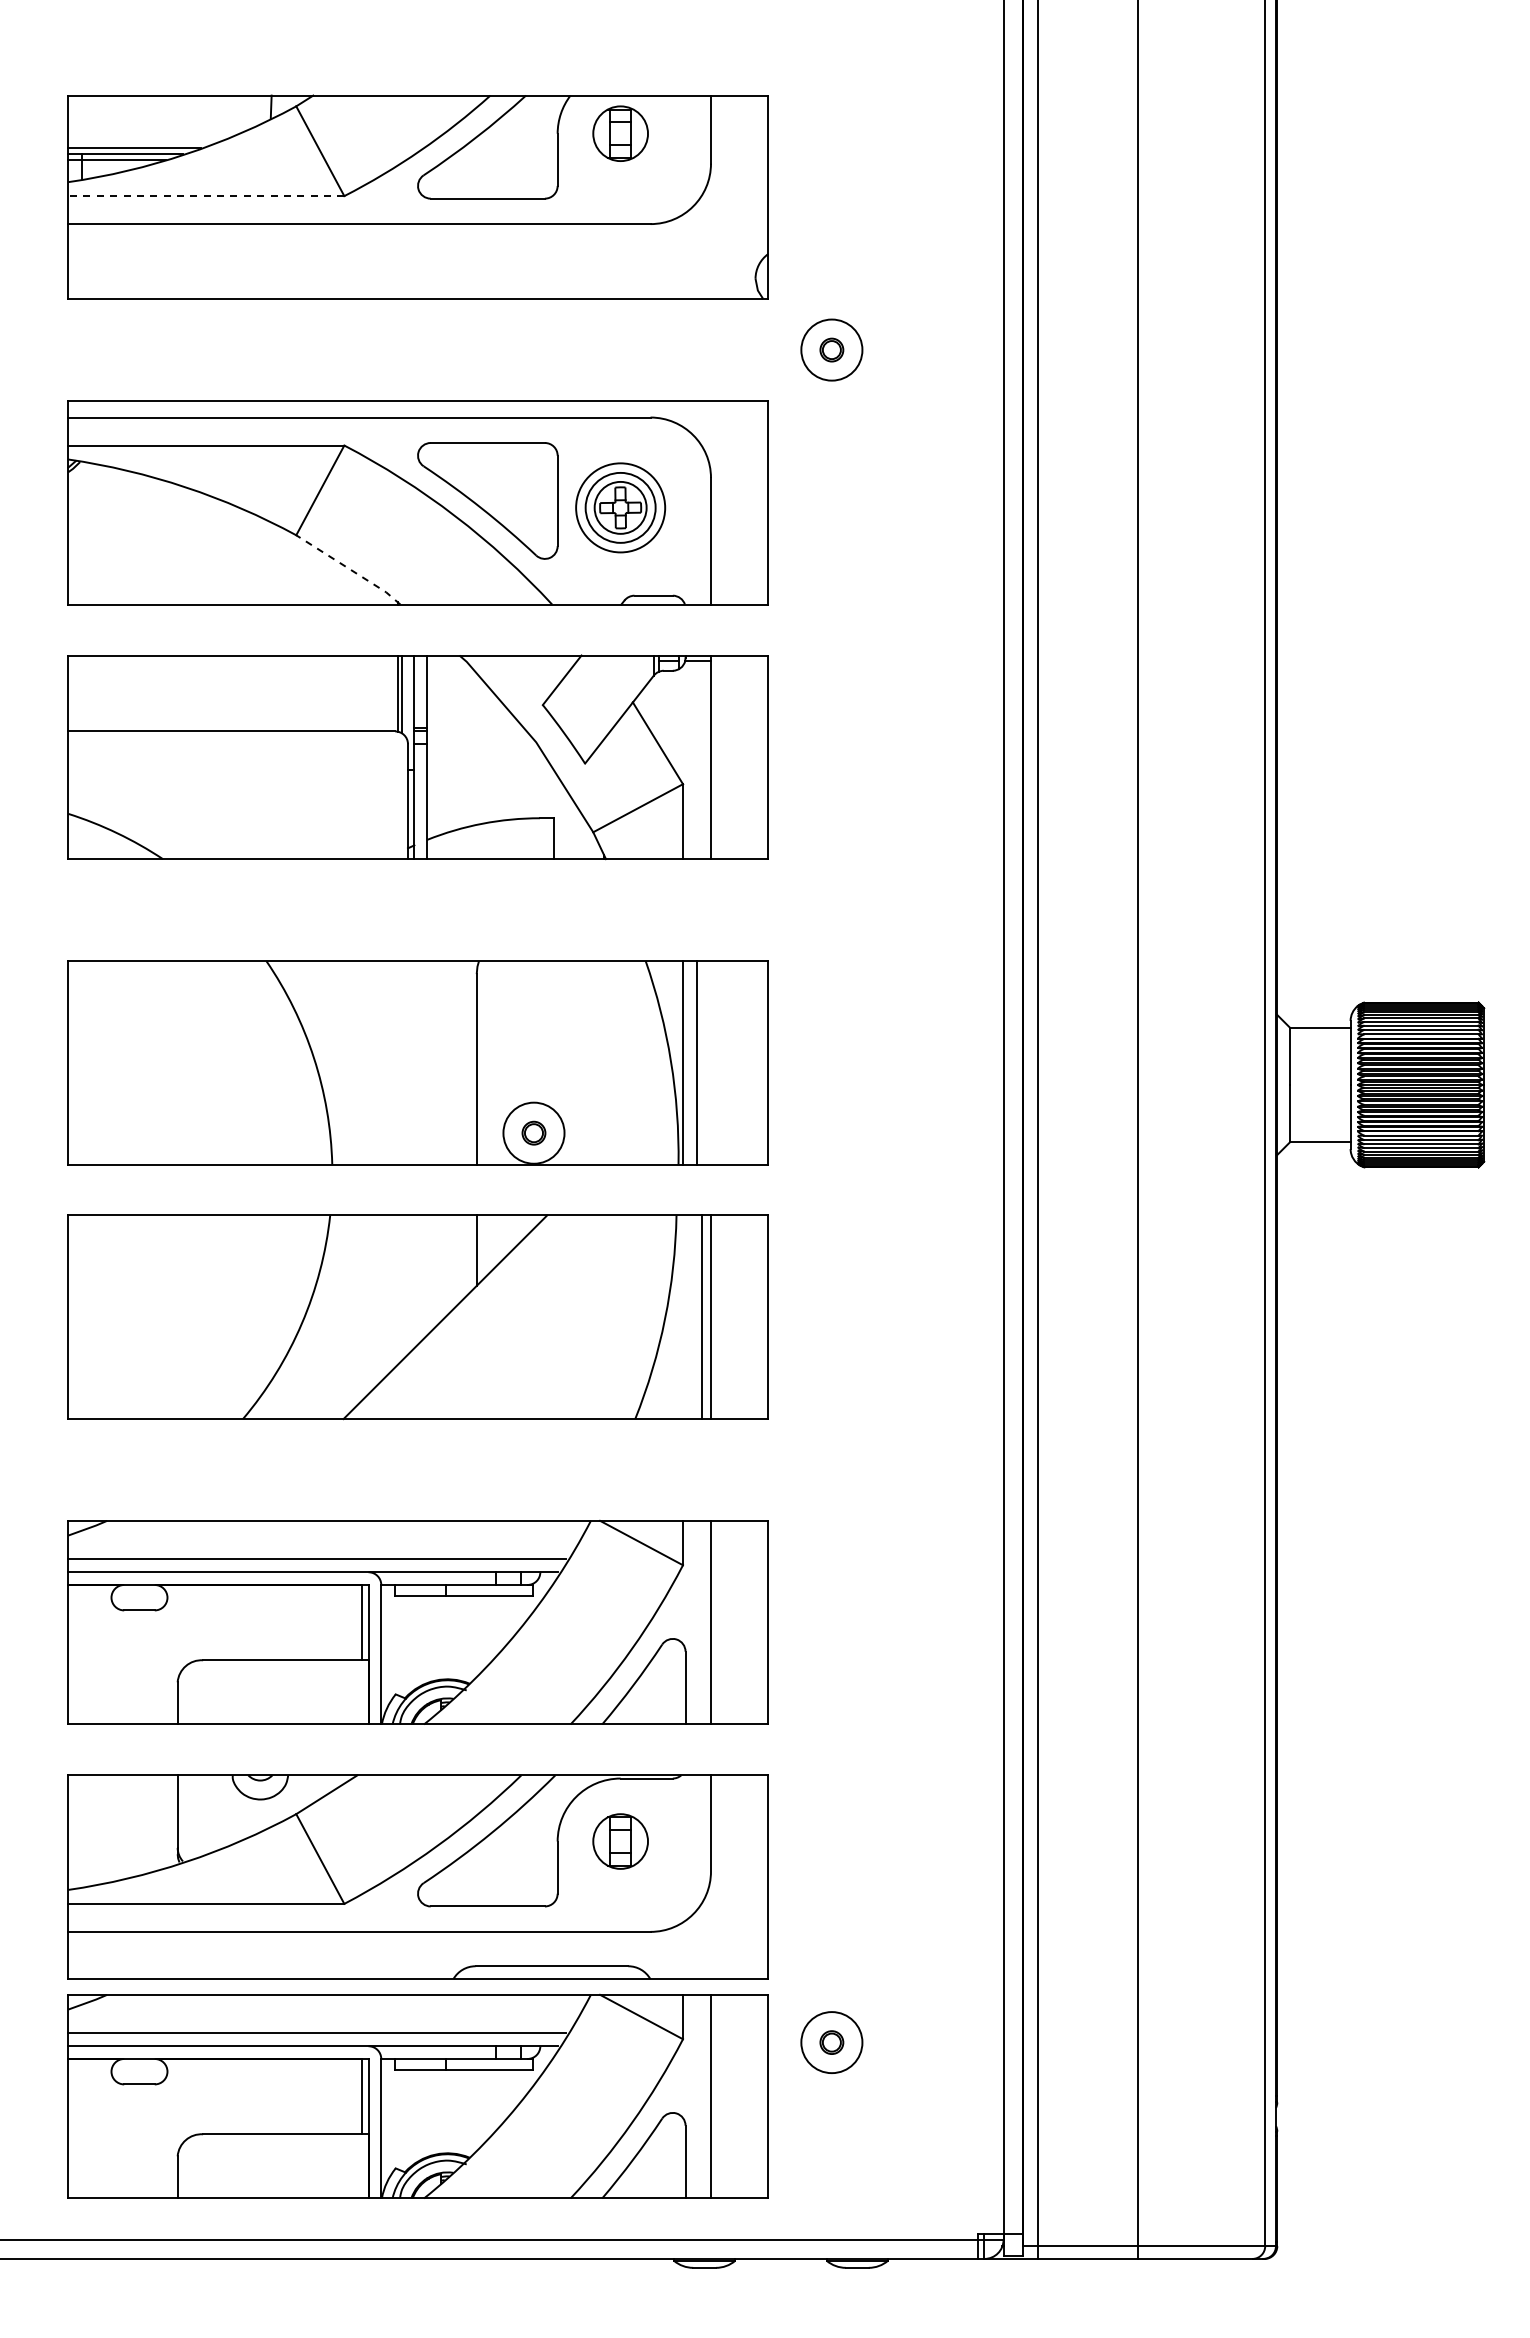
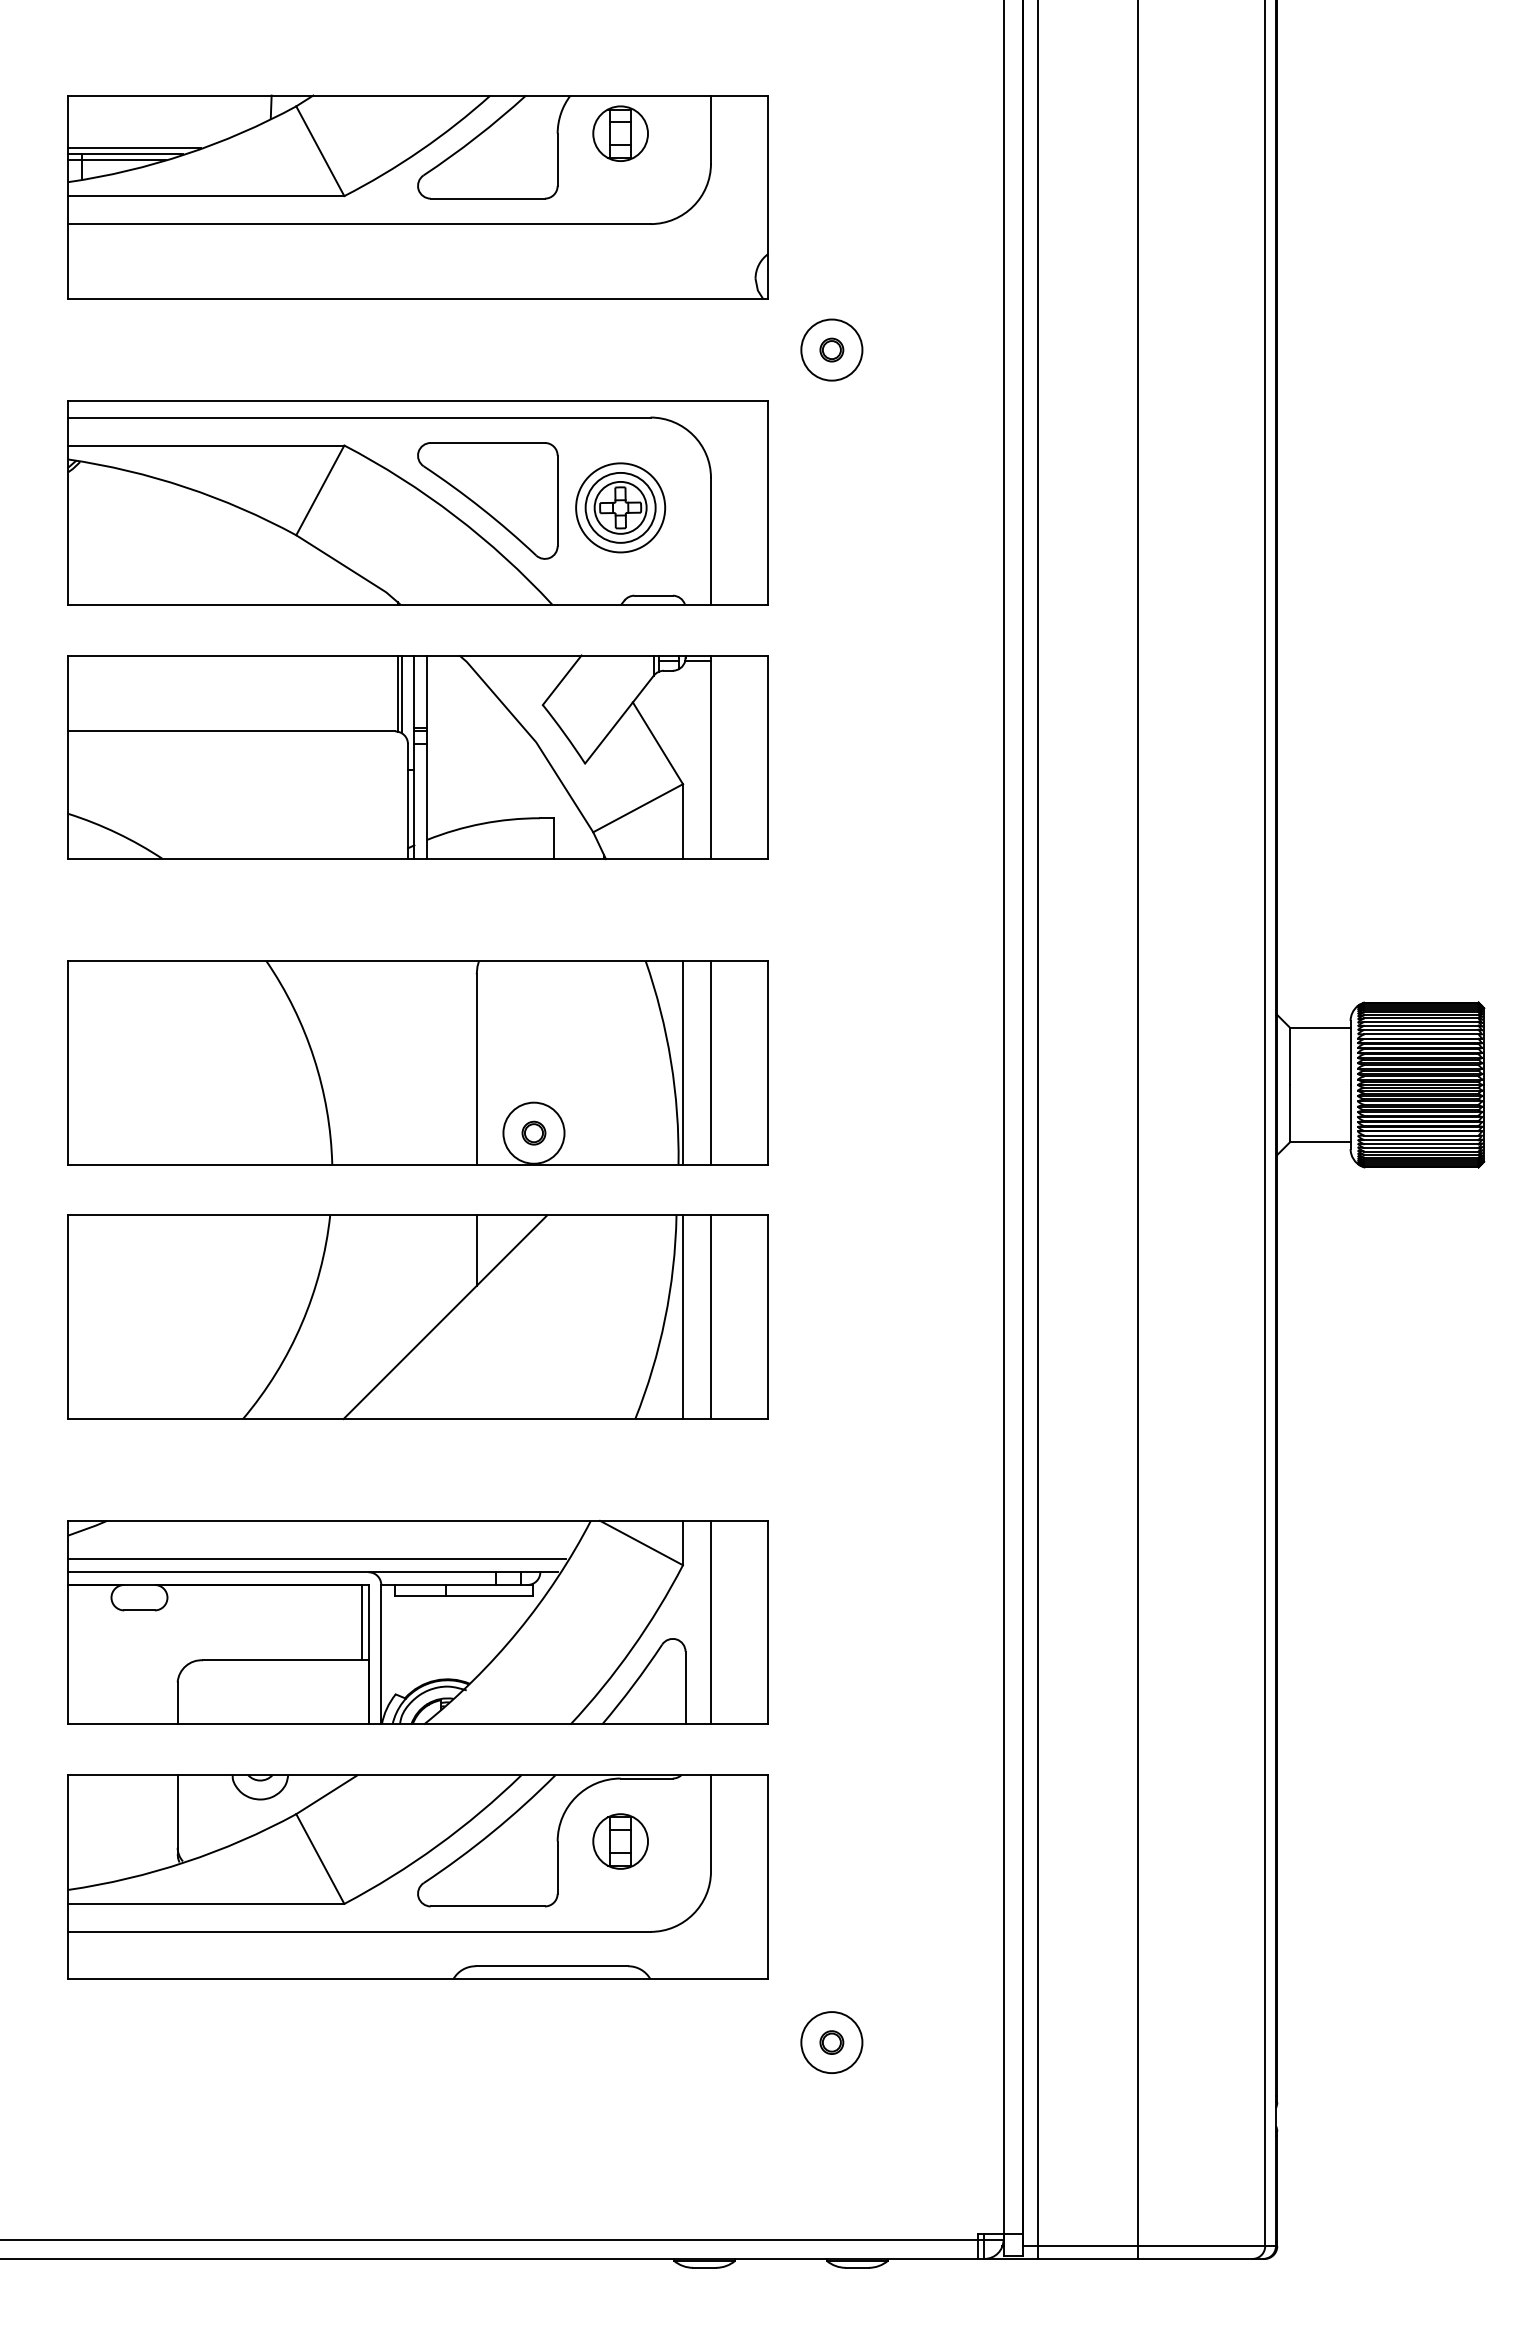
line at (206, 196): dashed -> solid
line at (349, 568): dashed -> solid
line at (697, 1062) position: (697, 1062) -> (711, 1062)
line at (702, 1317) position: (702, 1317) -> (683, 1317)
part at (417, 2095): present -> none
